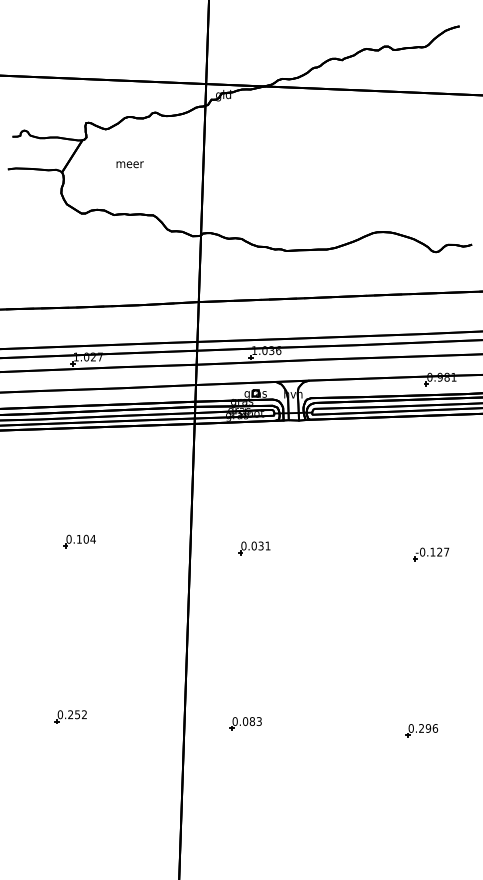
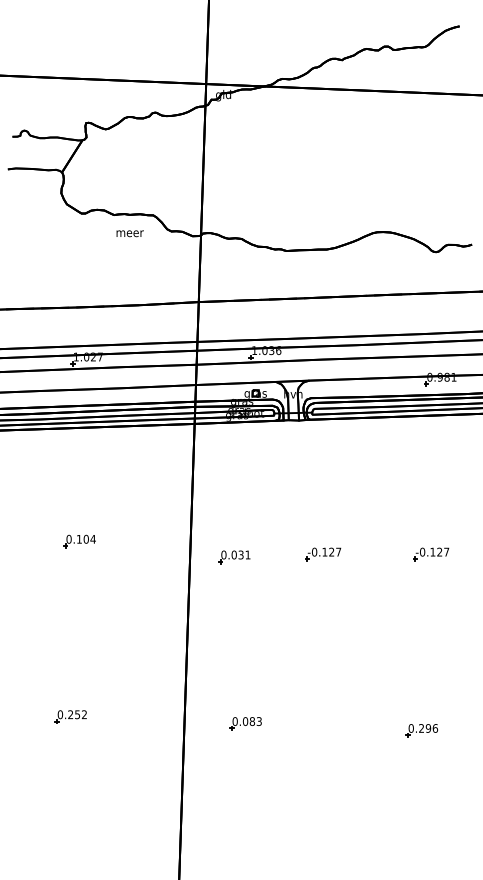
text at (129, 164) position: (129, 164) -> (129, 233)
part at (254, 548) position: (254, 548) -> (234, 557)
part at (323, 554): none -> present
